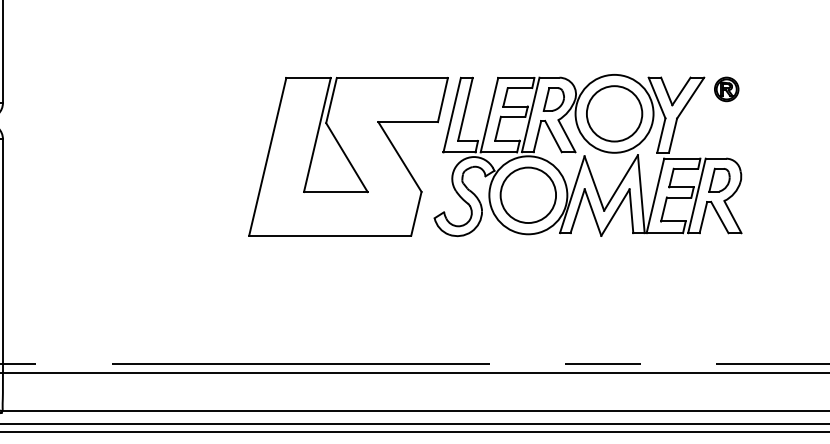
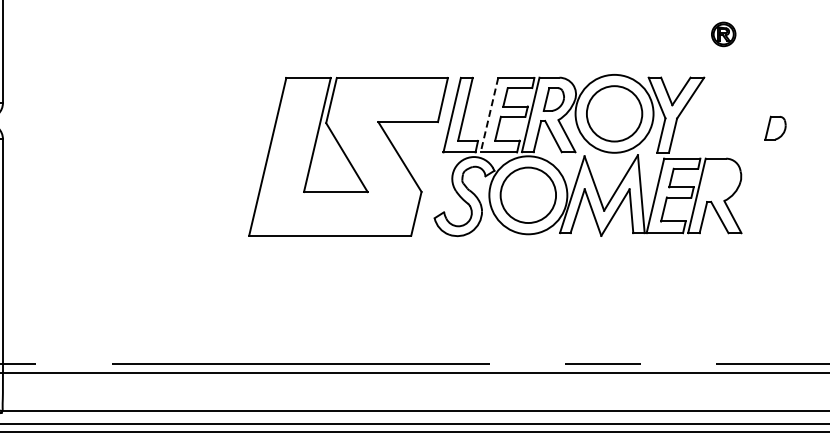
part at (726, 89) position: (726, 89) -> (723, 34)
line at (489, 115): solid -> dashed
part at (719, 179) position: (719, 179) -> (775, 127)
